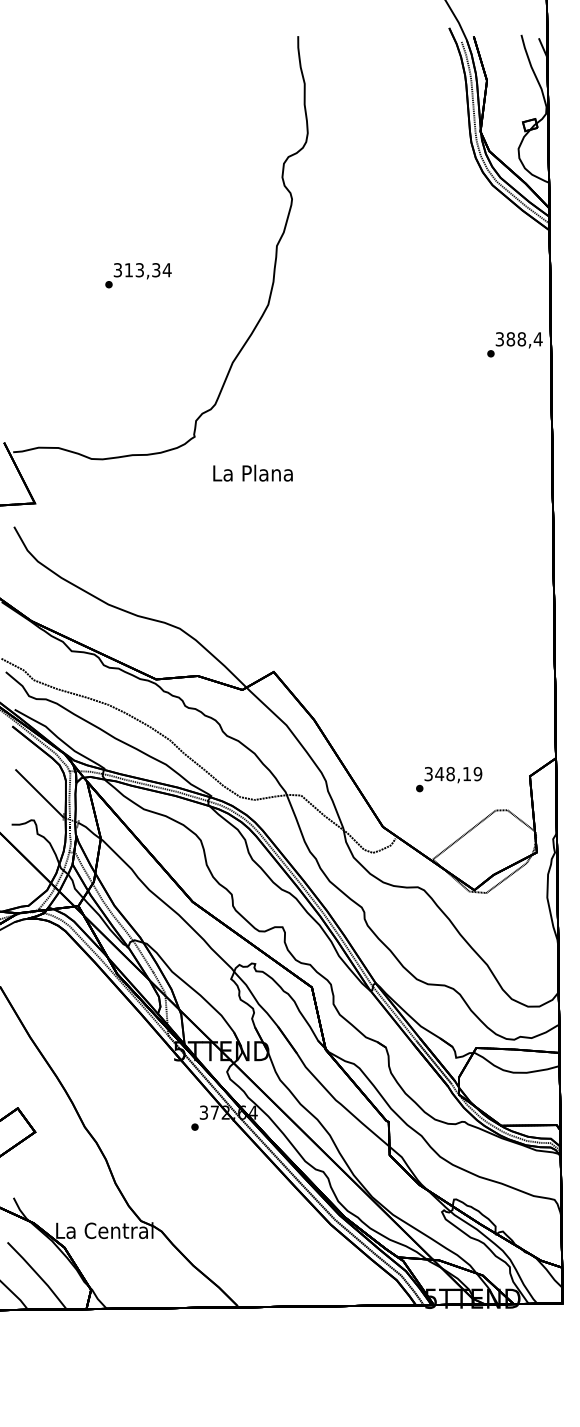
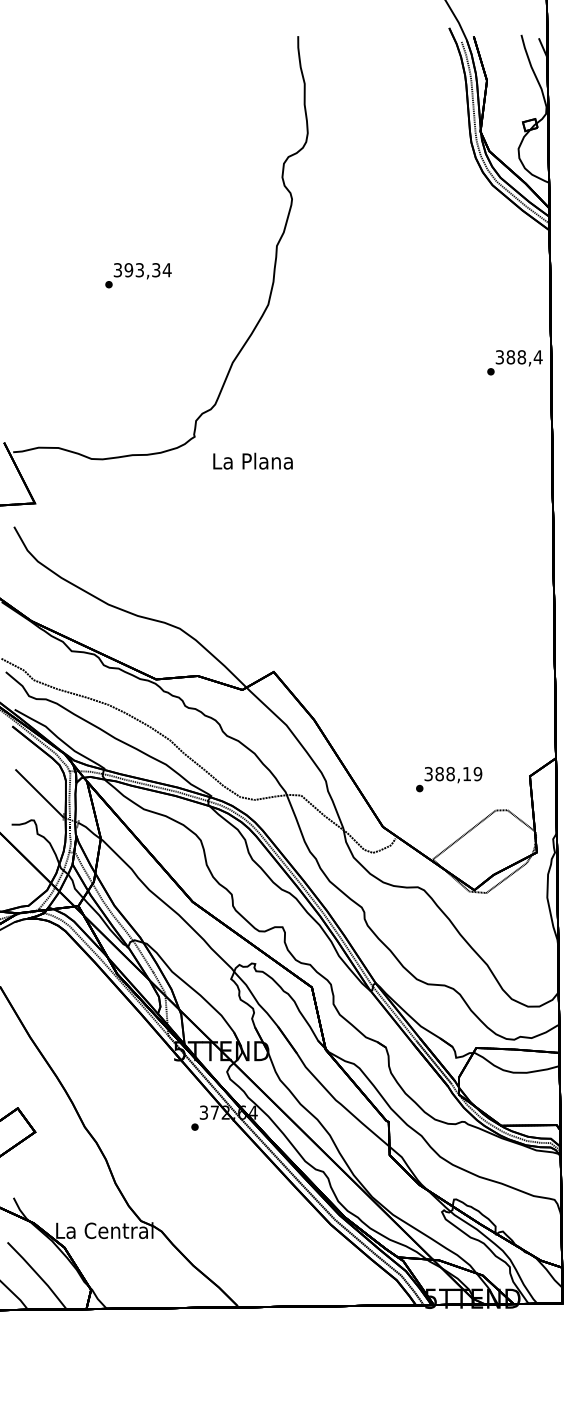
text at (128, 270): 313,34 -> 393,34
text at (514, 344) position: (514, 344) -> (514, 362)
text at (252, 472) position: (252, 472) -> (252, 460)
text at (439, 774): 348,19 -> 388,19
